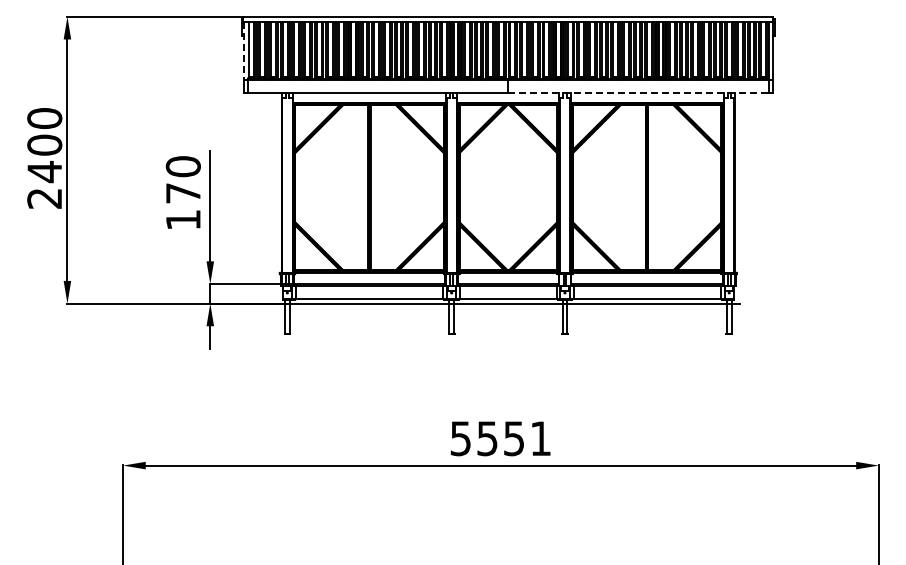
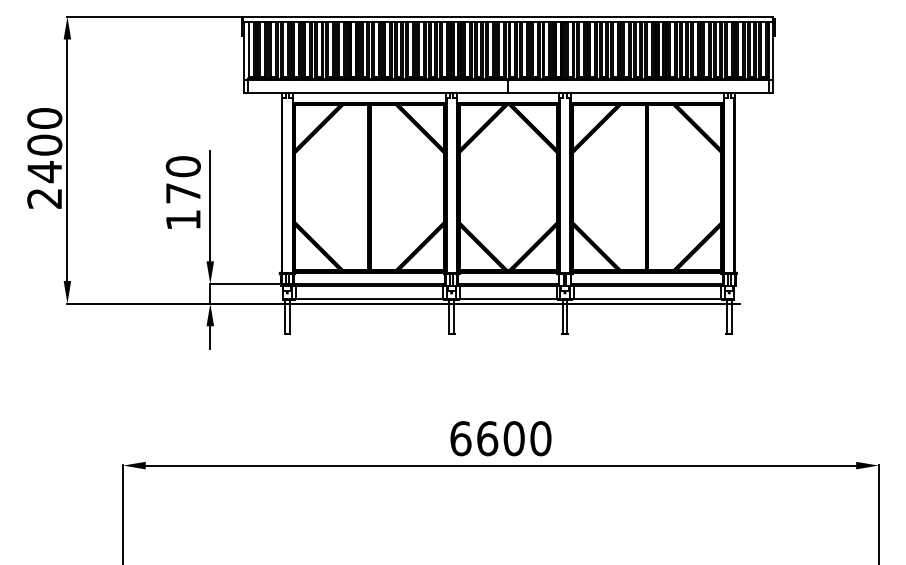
line at (243, 51): dashed -> solid
line at (639, 93): dashed -> solid
text at (500, 438): 5551 -> 6600
